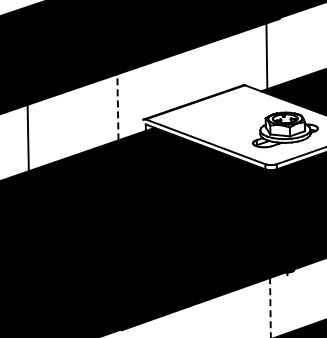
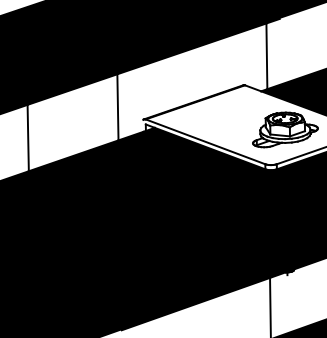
line at (117, 106): dashed -> solid
line at (270, 307): dashed -> solid
